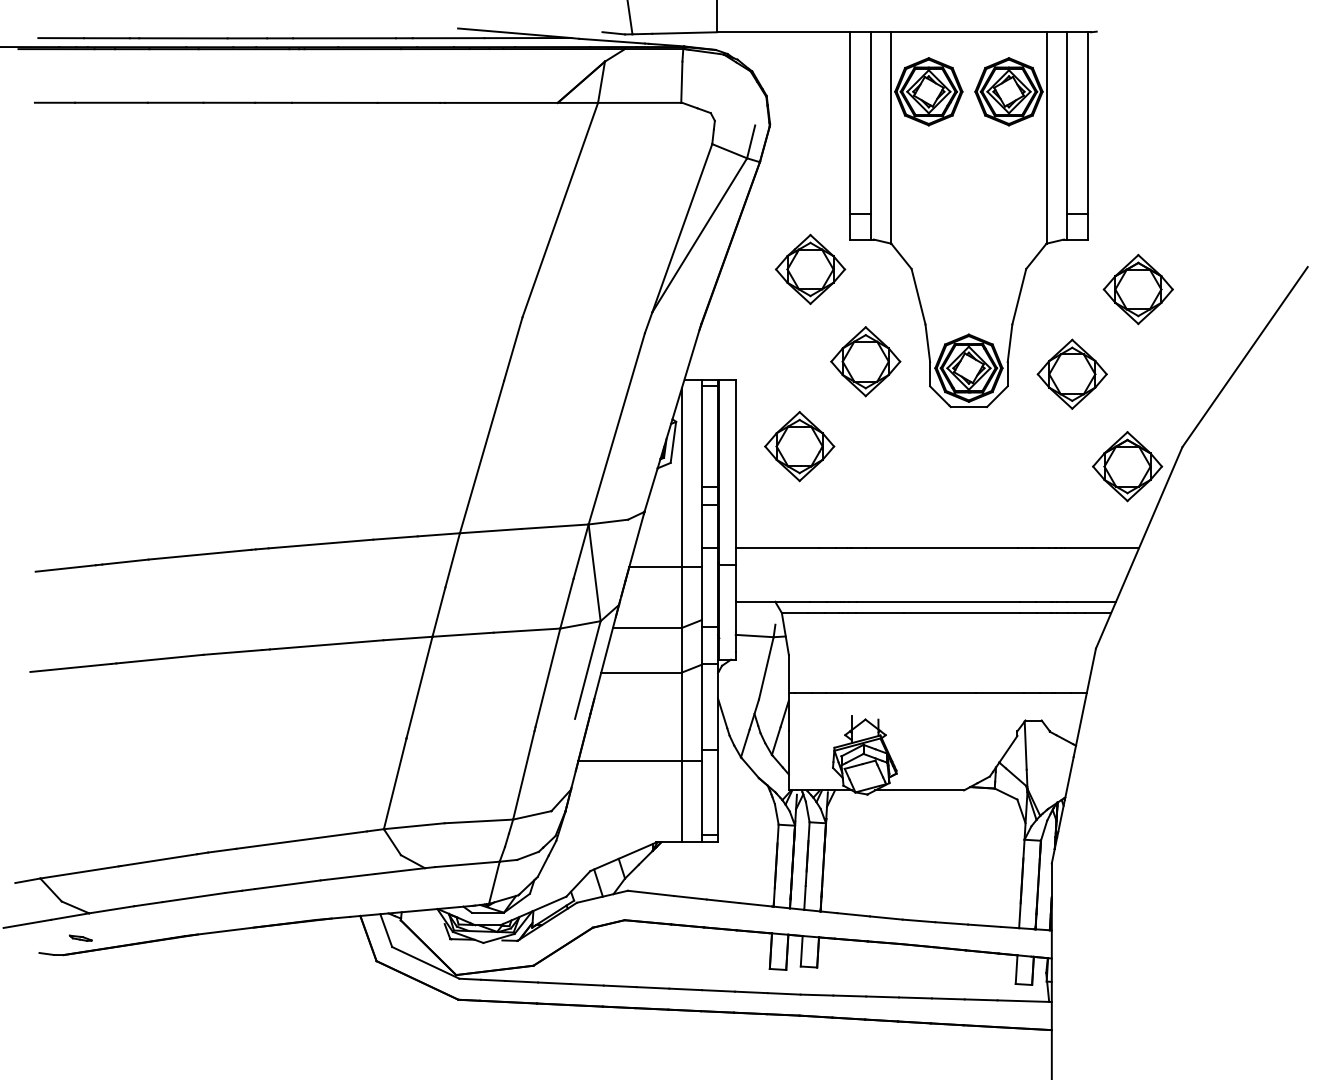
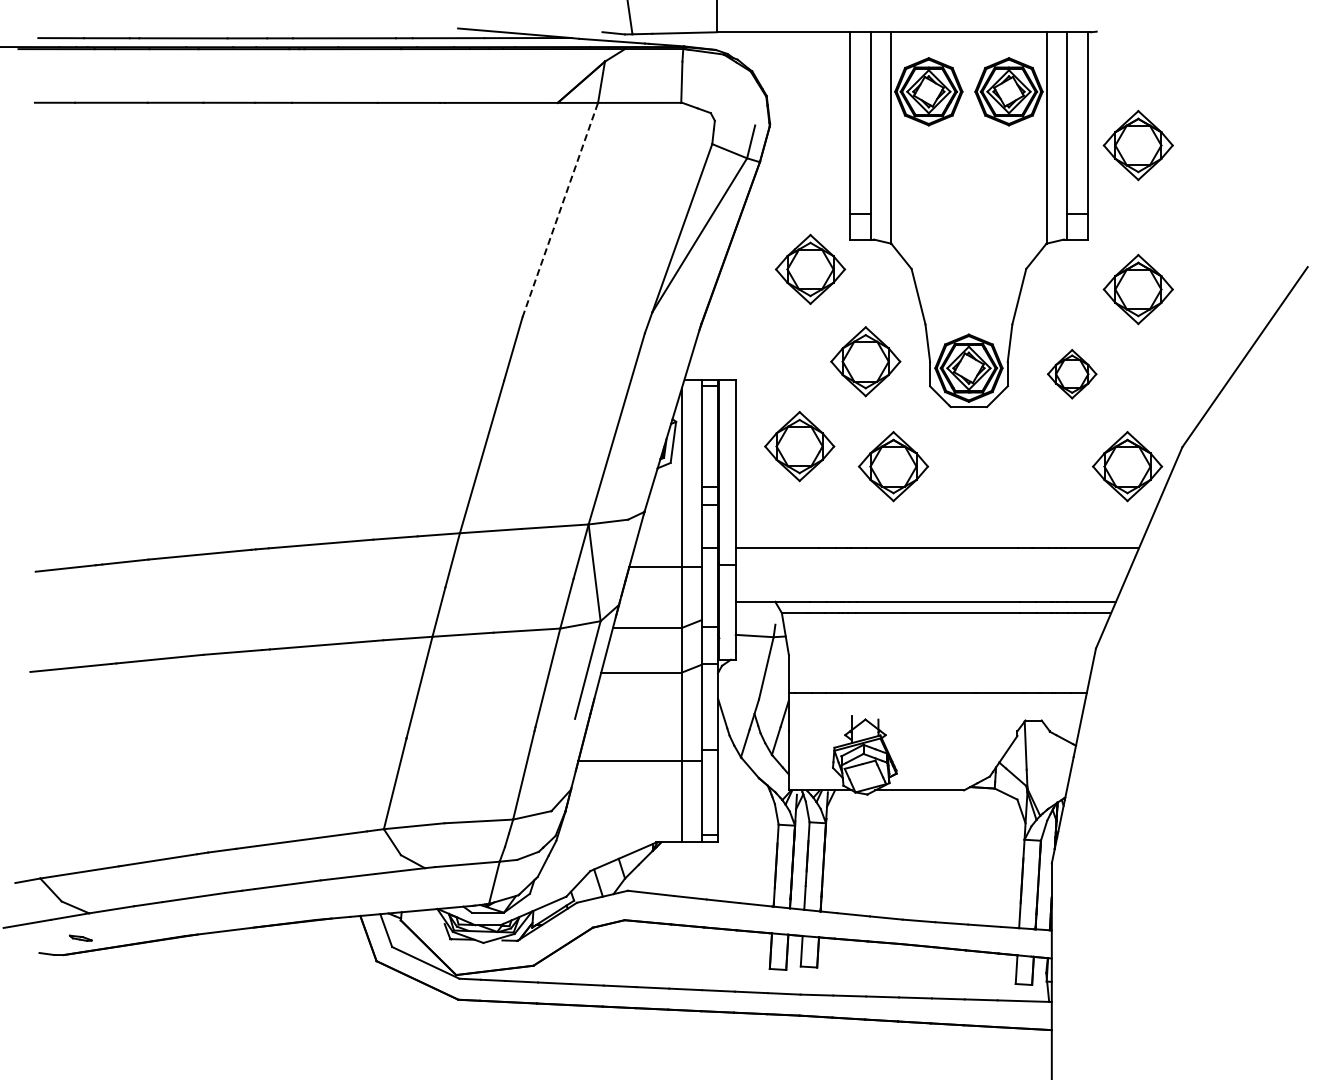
part at (1137, 145): none -> present
line at (560, 210): solid -> dashed
part at (1071, 373) size: 72x72 px -> 51x51 px
part at (893, 466): none -> present
